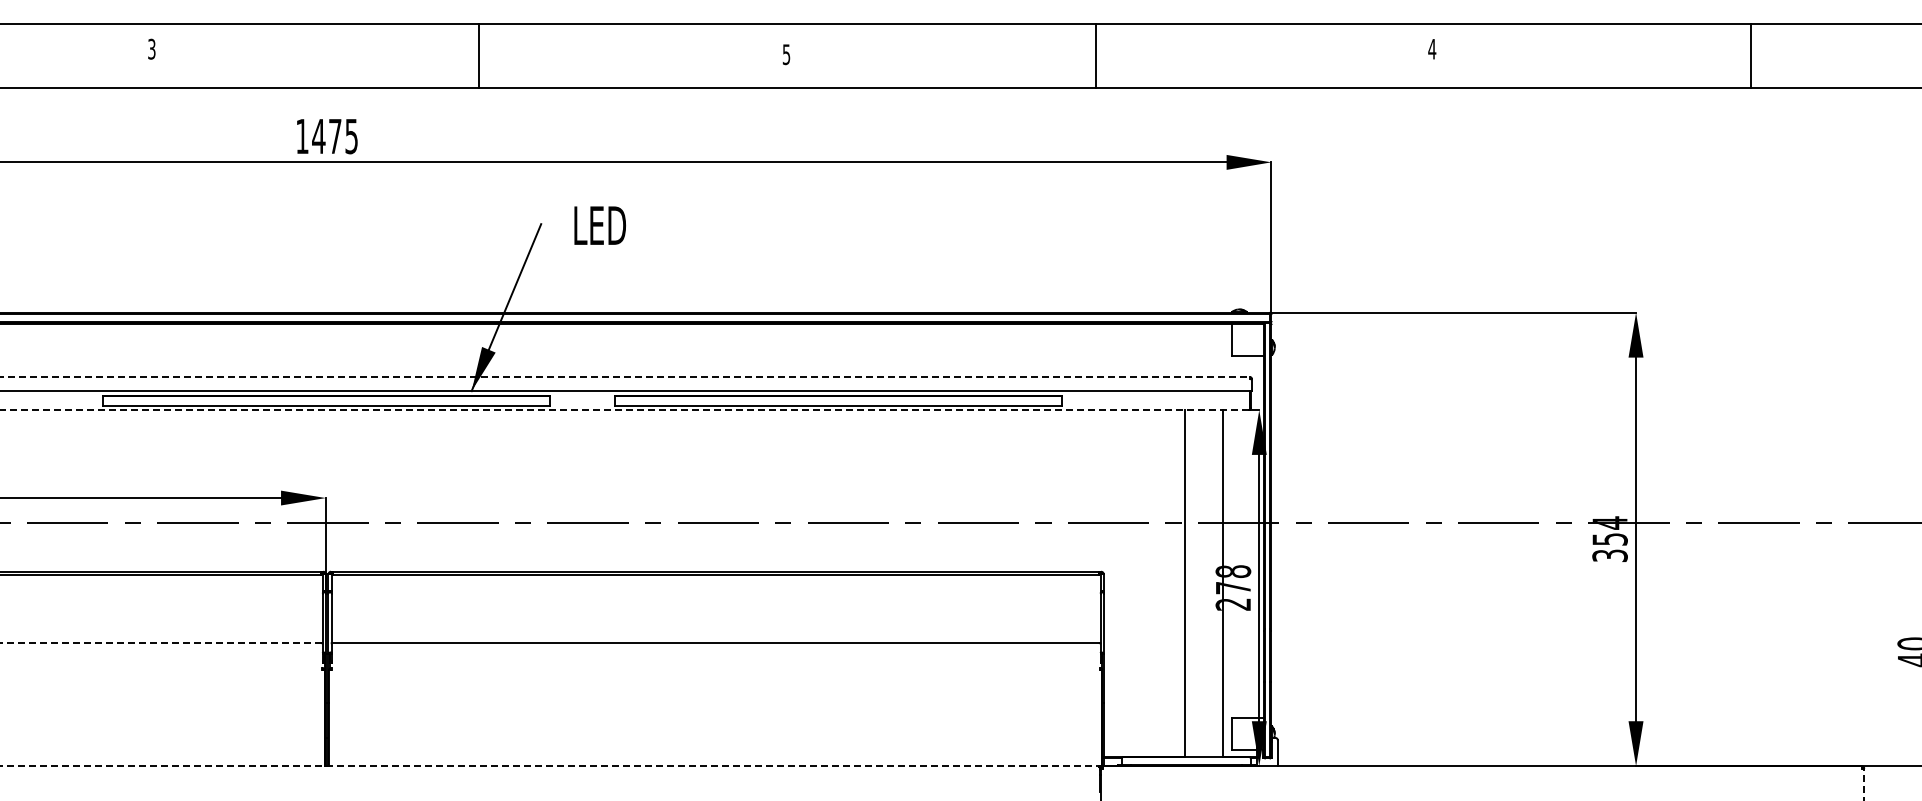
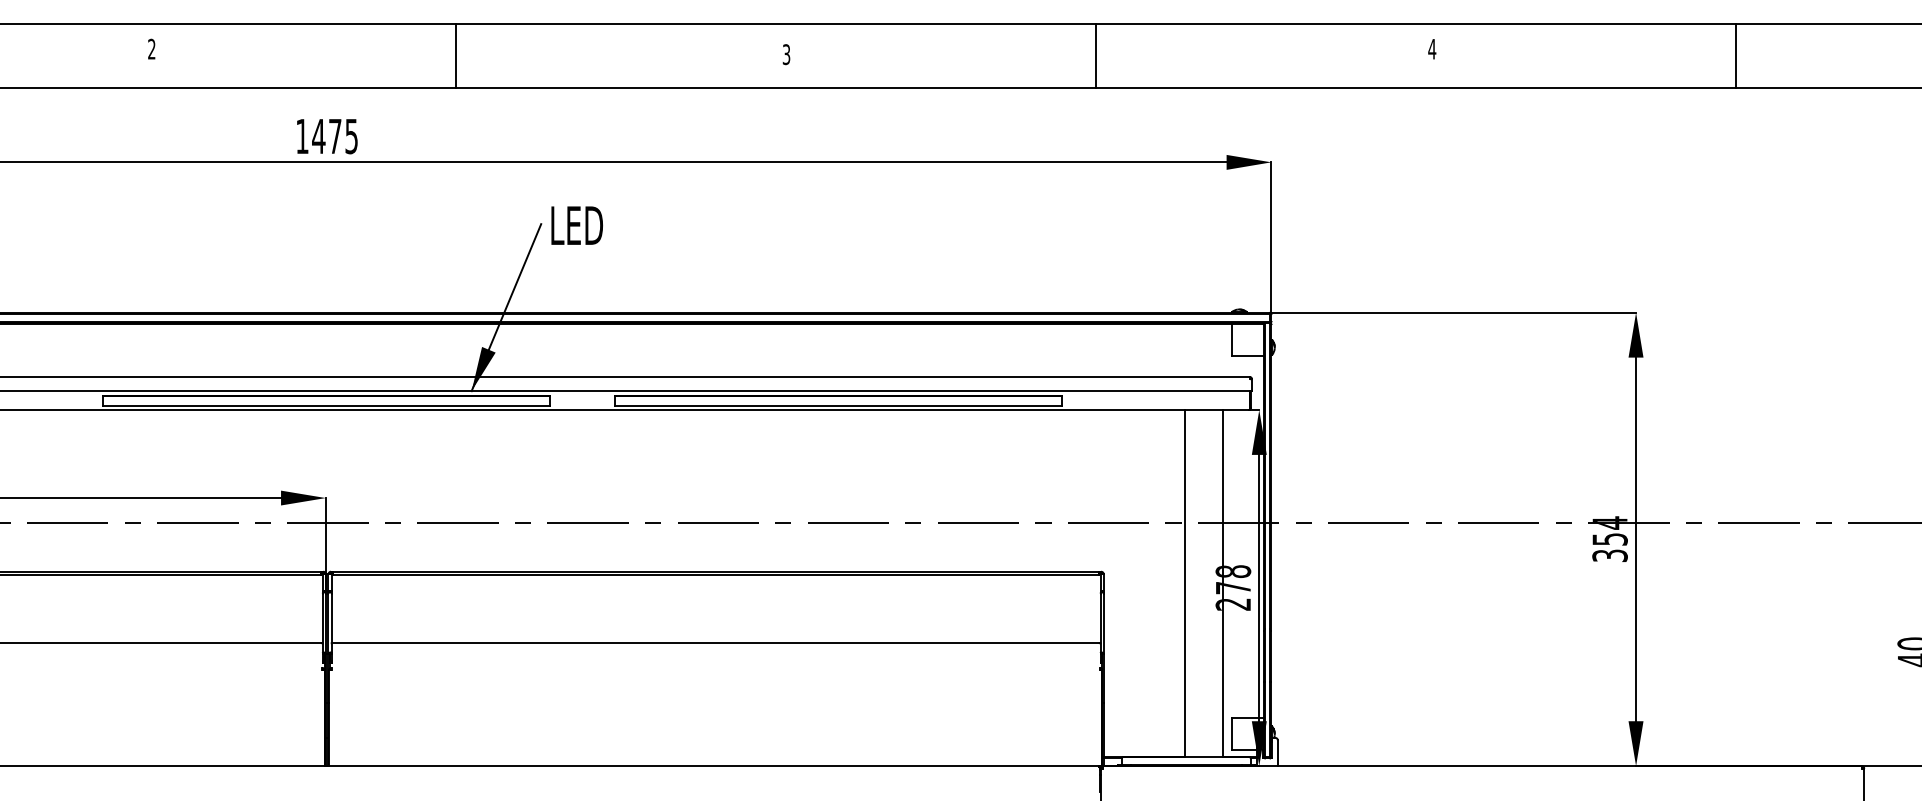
text at (151, 49): 3 -> 2
text at (786, 54): 5 -> 3
line at (478, 56) position: (478, 56) -> (455, 56)
line at (1751, 56) position: (1751, 56) -> (1736, 56)
text at (599, 225) position: (599, 225) -> (576, 225)
line at (625, 377): dashed -> solid
line at (624, 410): dashed -> solid
line at (161, 642): dashed -> solid
line at (550, 766): dashed -> solid
line at (1864, 784): dashed -> solid
